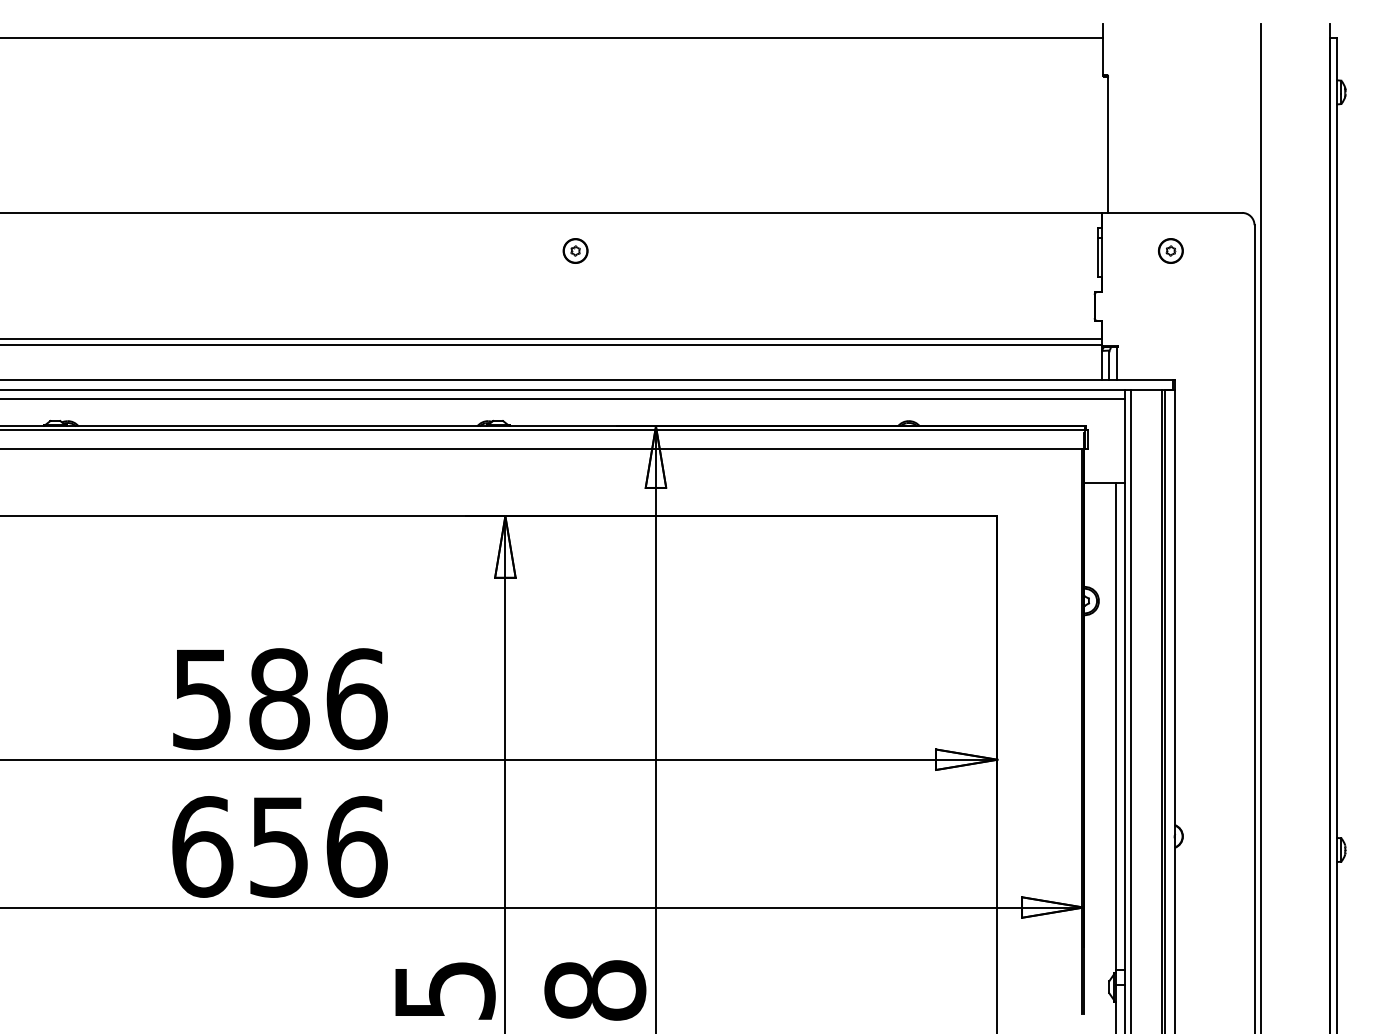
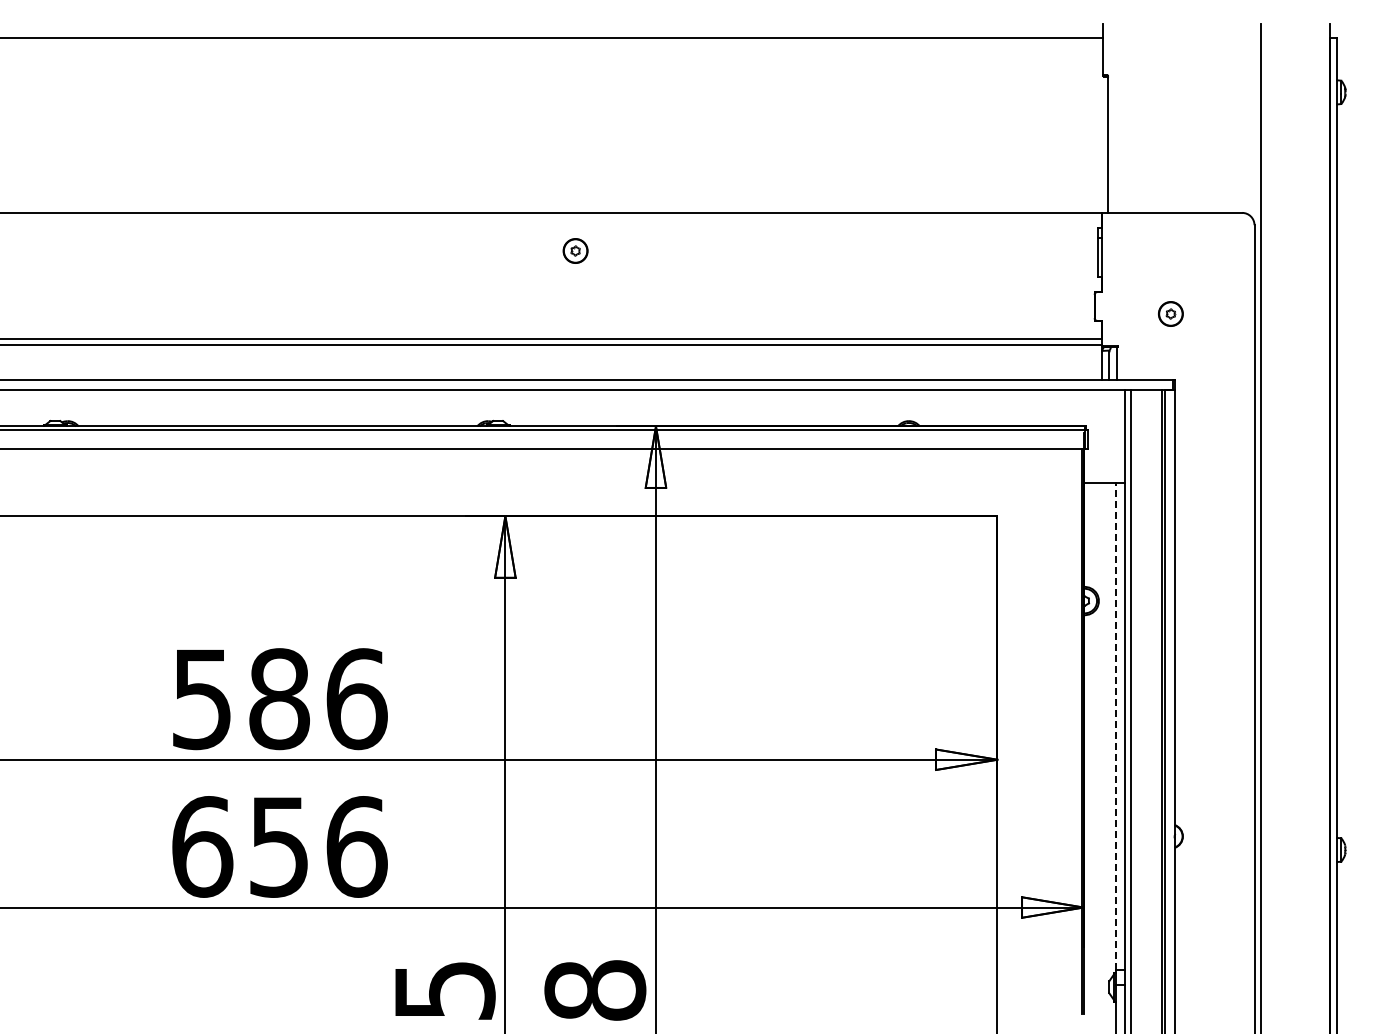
part at (1170, 250) position: (1170, 250) -> (1170, 313)
line at (563, 399): present -> none
line at (1115, 726): solid -> dashed
